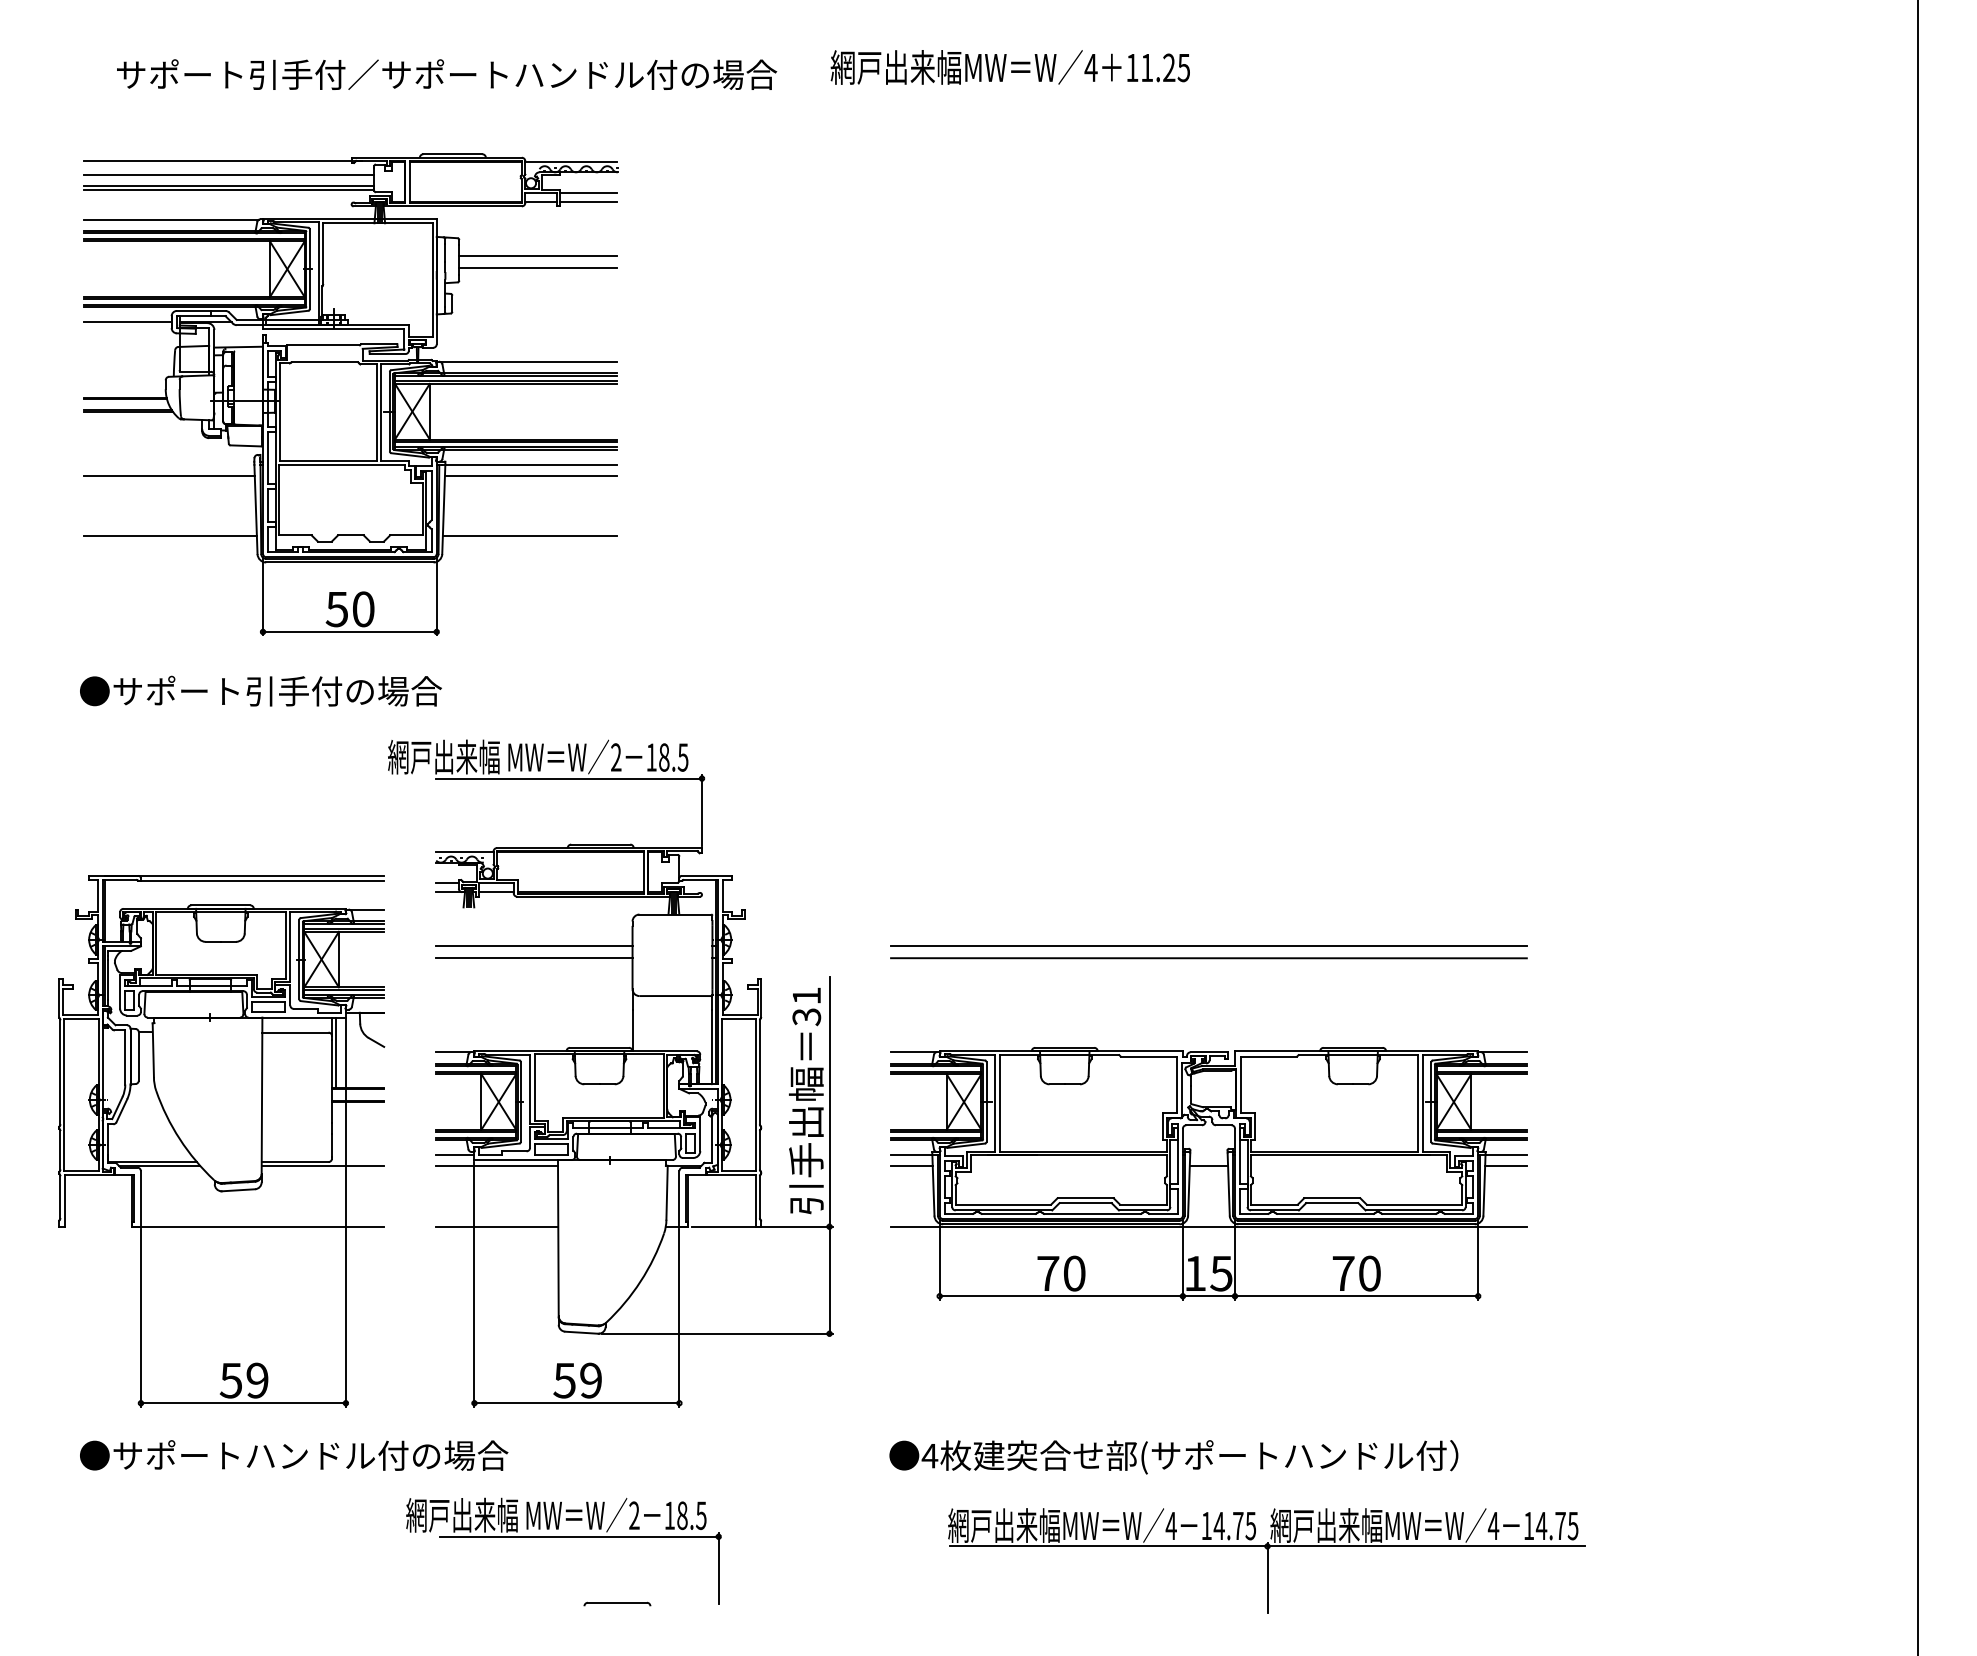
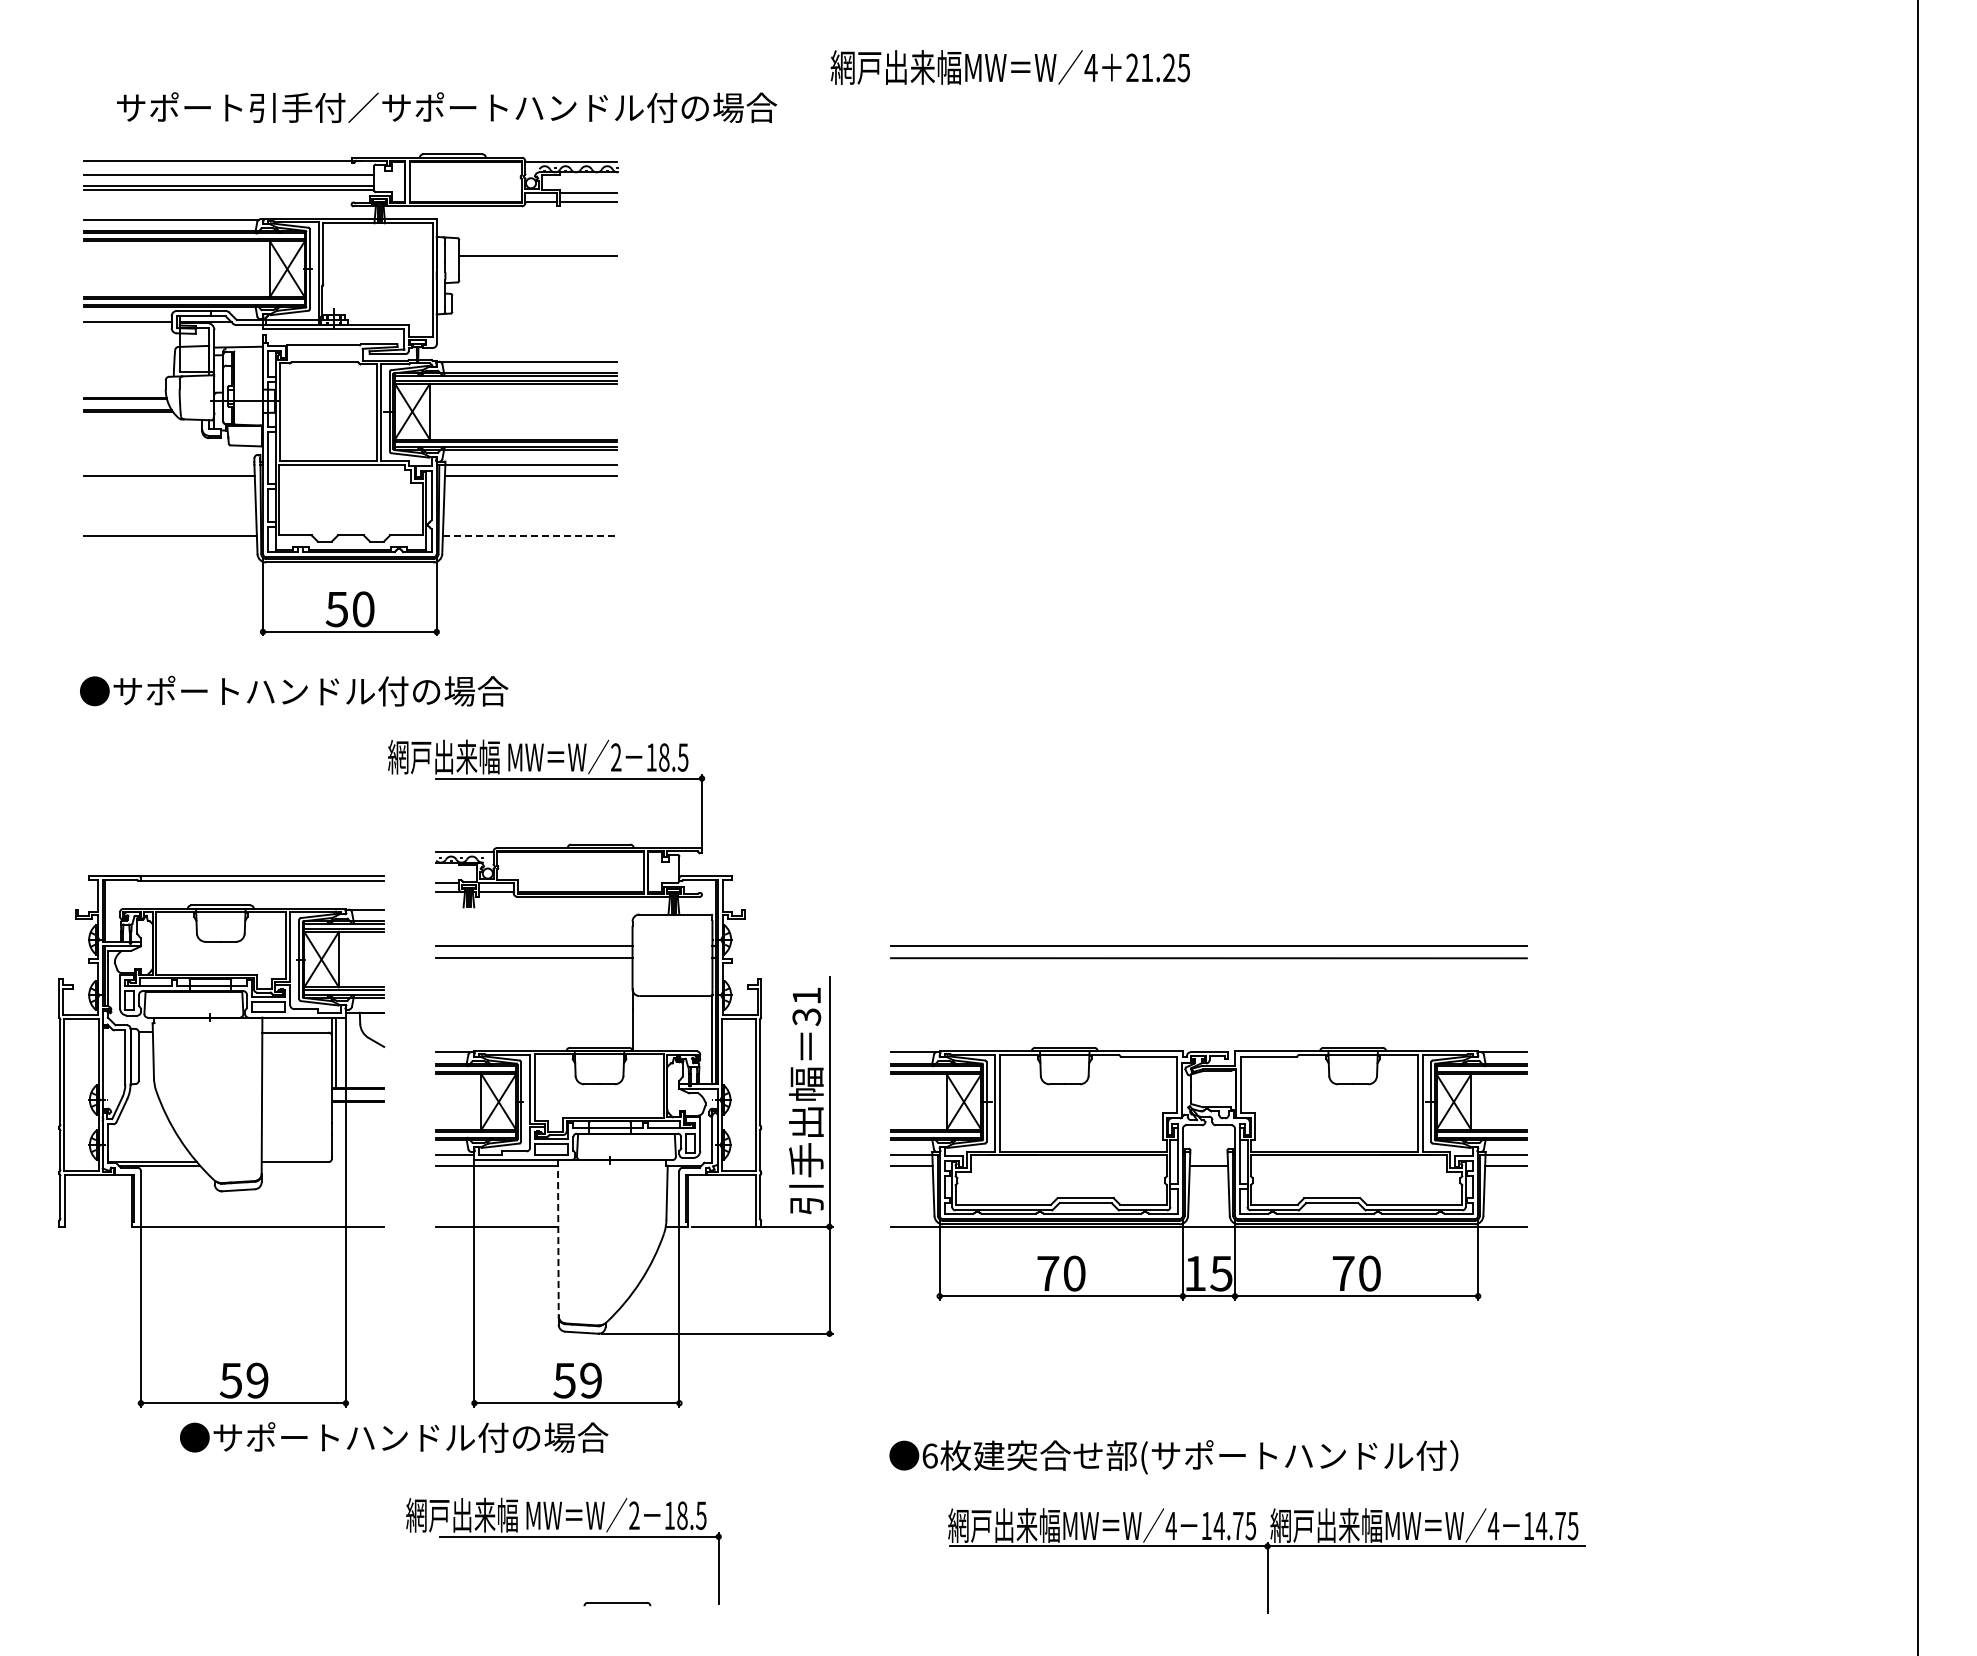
text at (1132, 67): 11.25 -> 21.25
text at (447, 74) position: (447, 74) -> (447, 107)
line at (538, 267): present -> none
line at (530, 536): solid -> dashed
text at (377, 691): ●サポート引手付の場合 -> ●サポートハンドル付の場合
line at (322, 1165): present -> none
line at (558, 1238): solid -> dashed
text at (294, 1455) position: (294, 1455) -> (394, 1437)
text at (929, 1455): 4 -> 6
